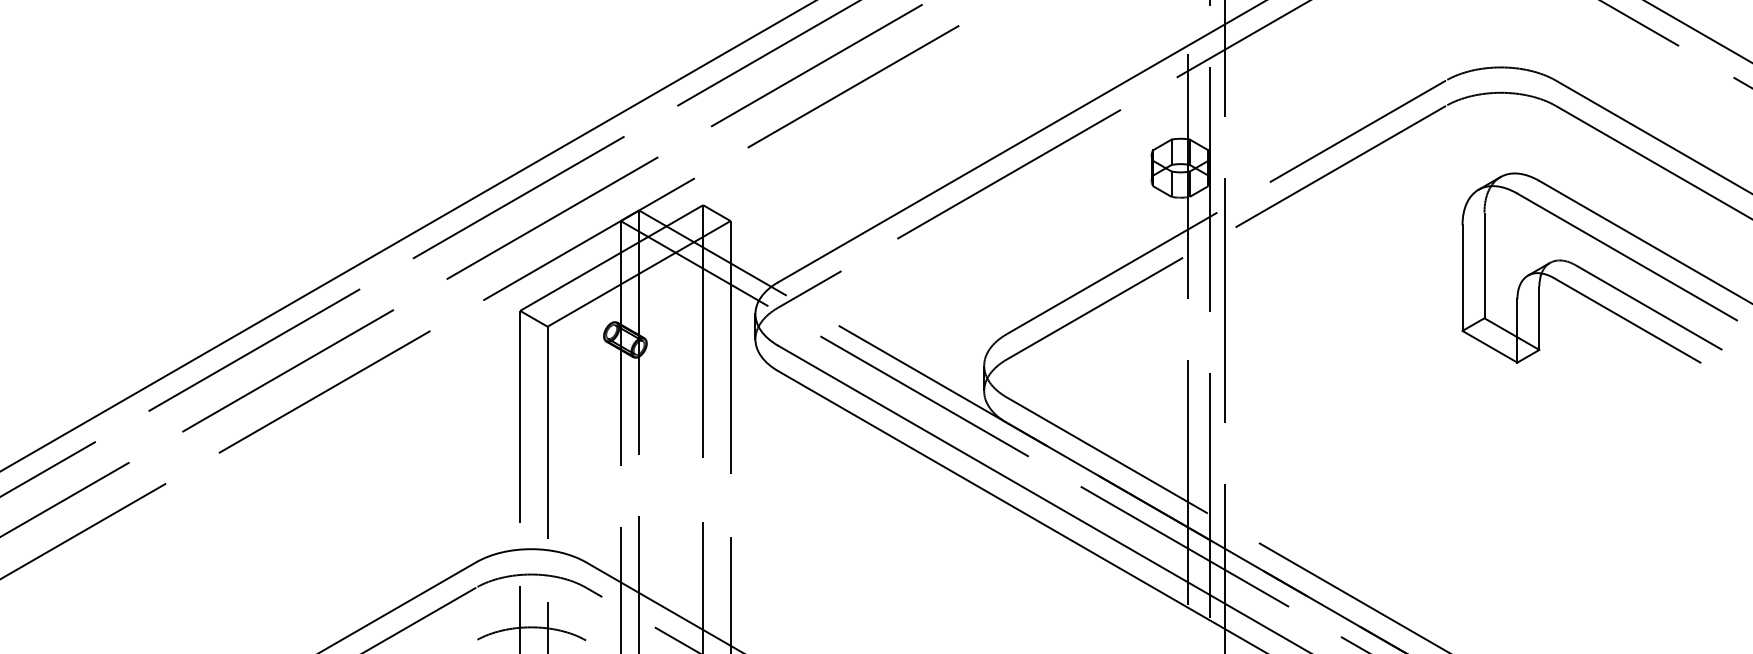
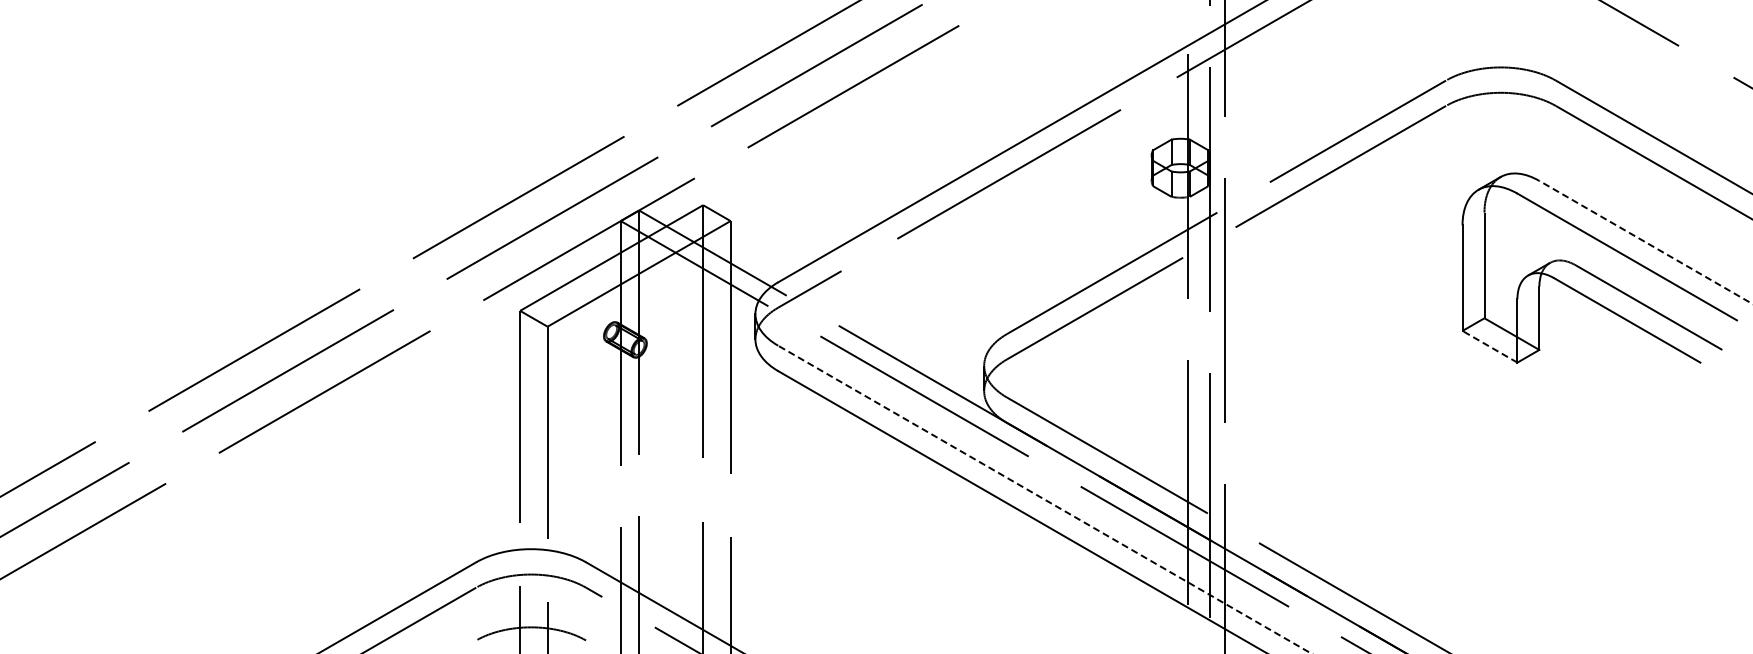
line at (1698, 31): present -> none
line at (407, 236): present -> none
line at (1645, 242): solid -> dashed
line at (1489, 346): solid -> dashed
line at (1044, 499): solid -> dashed
